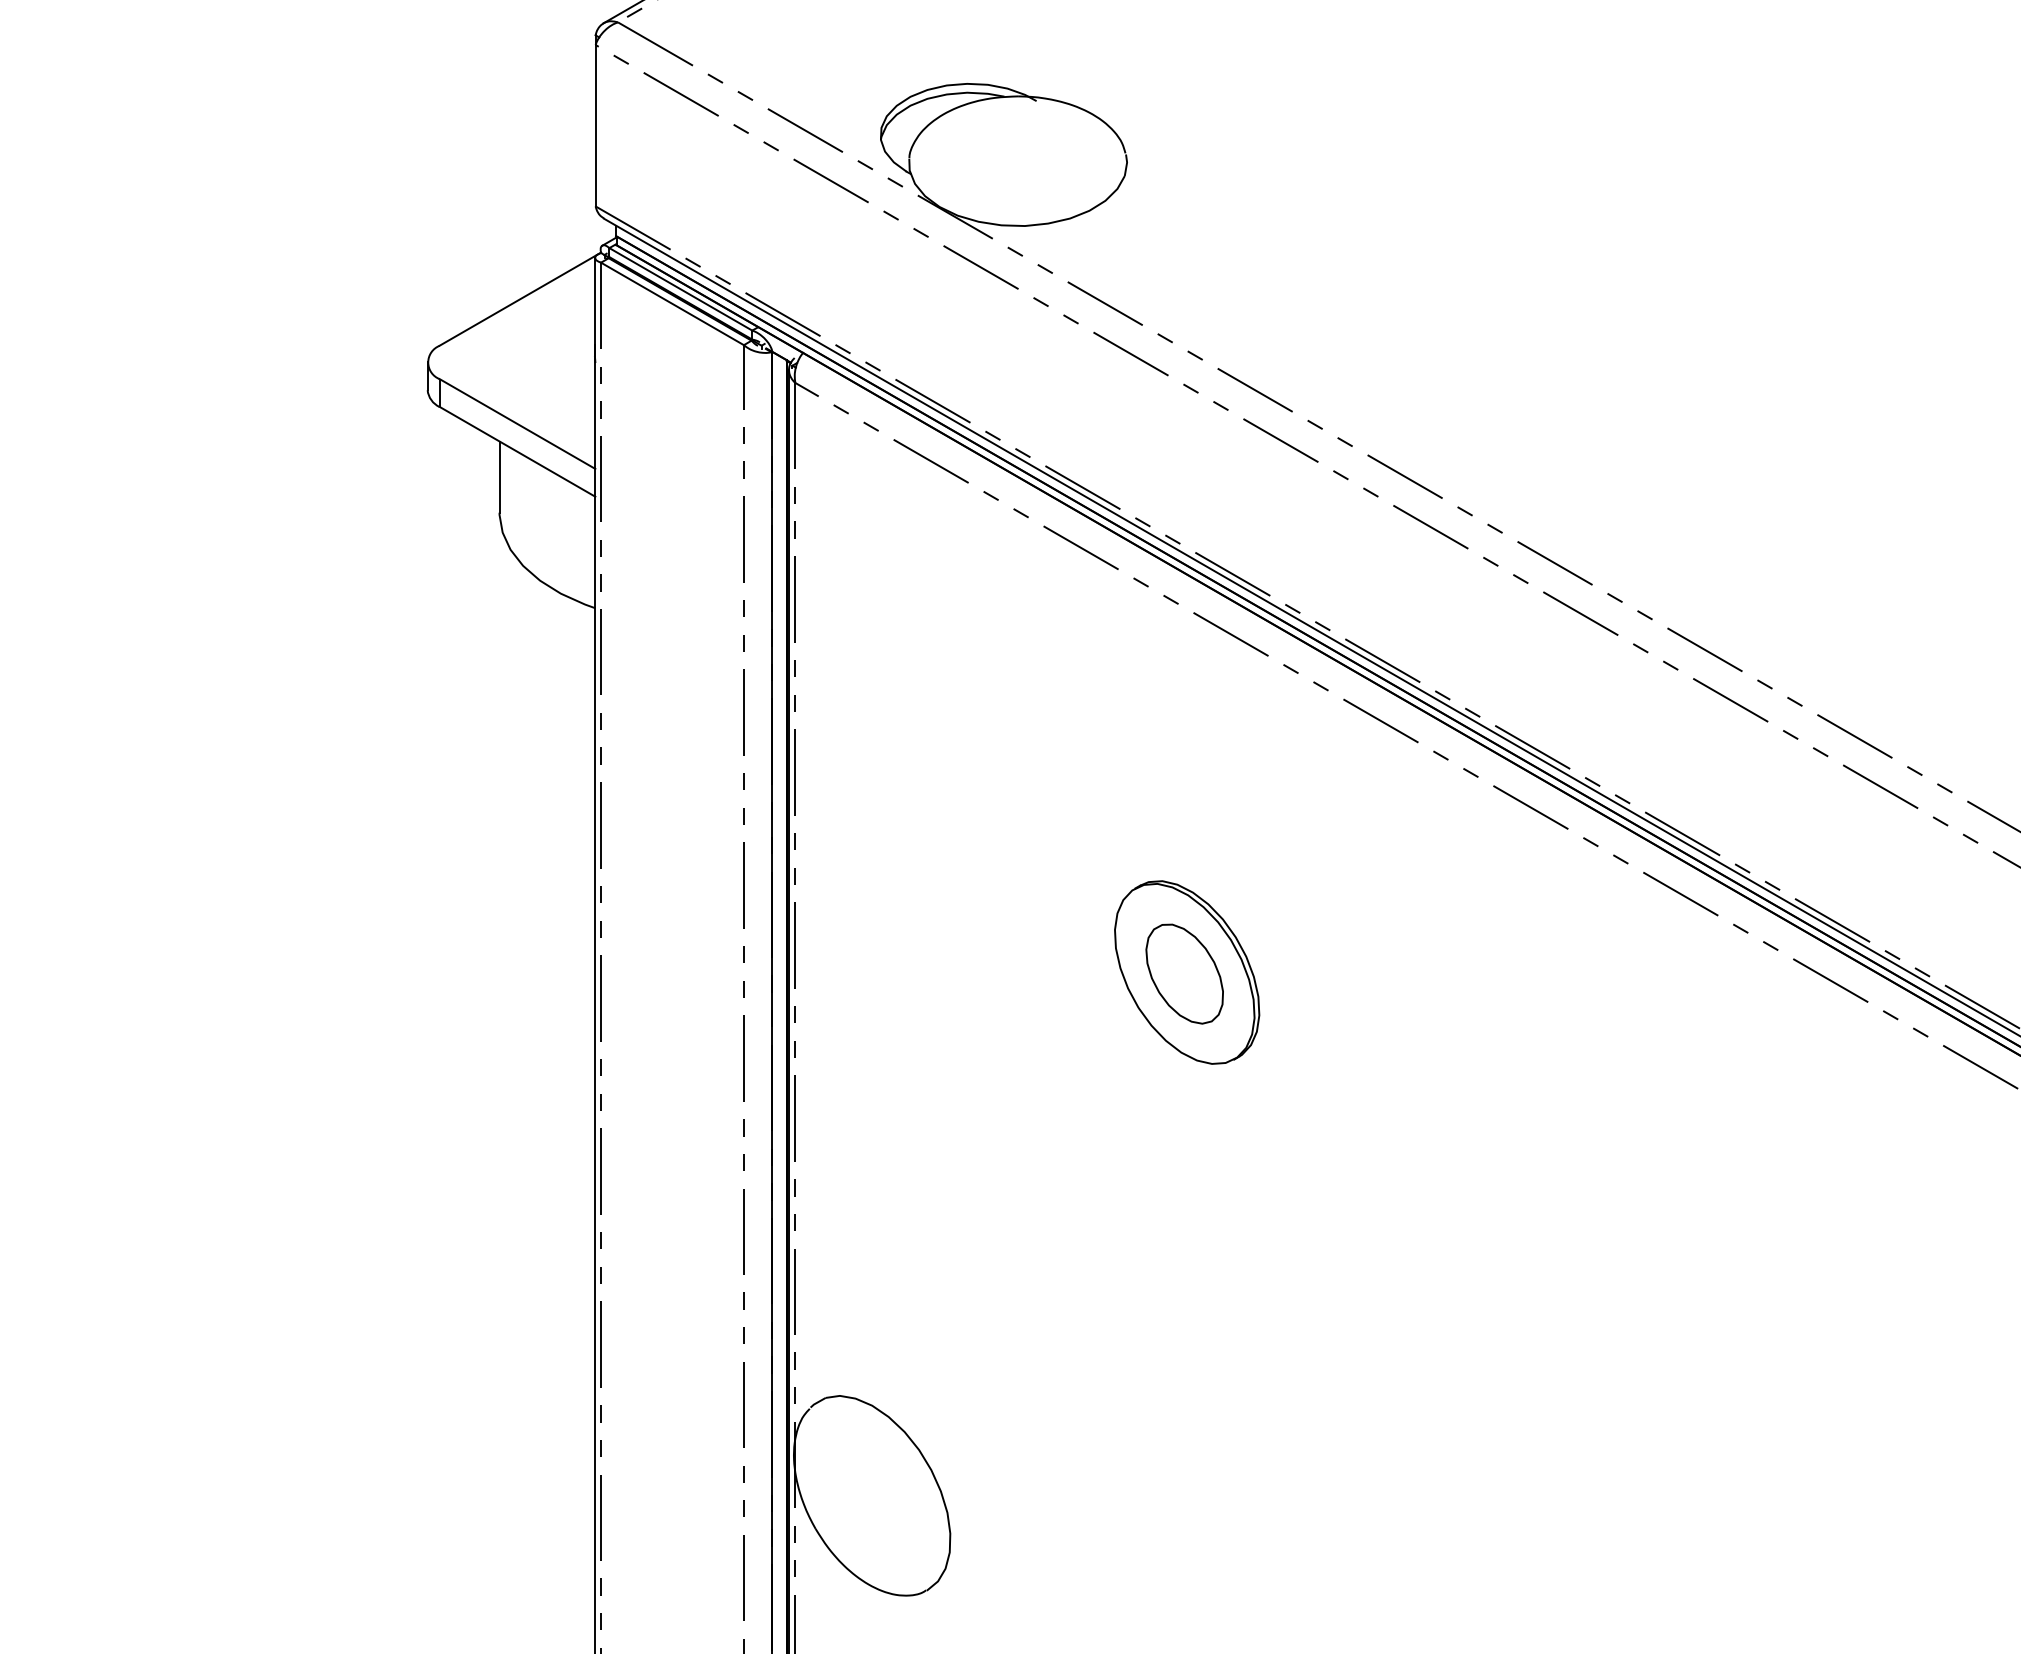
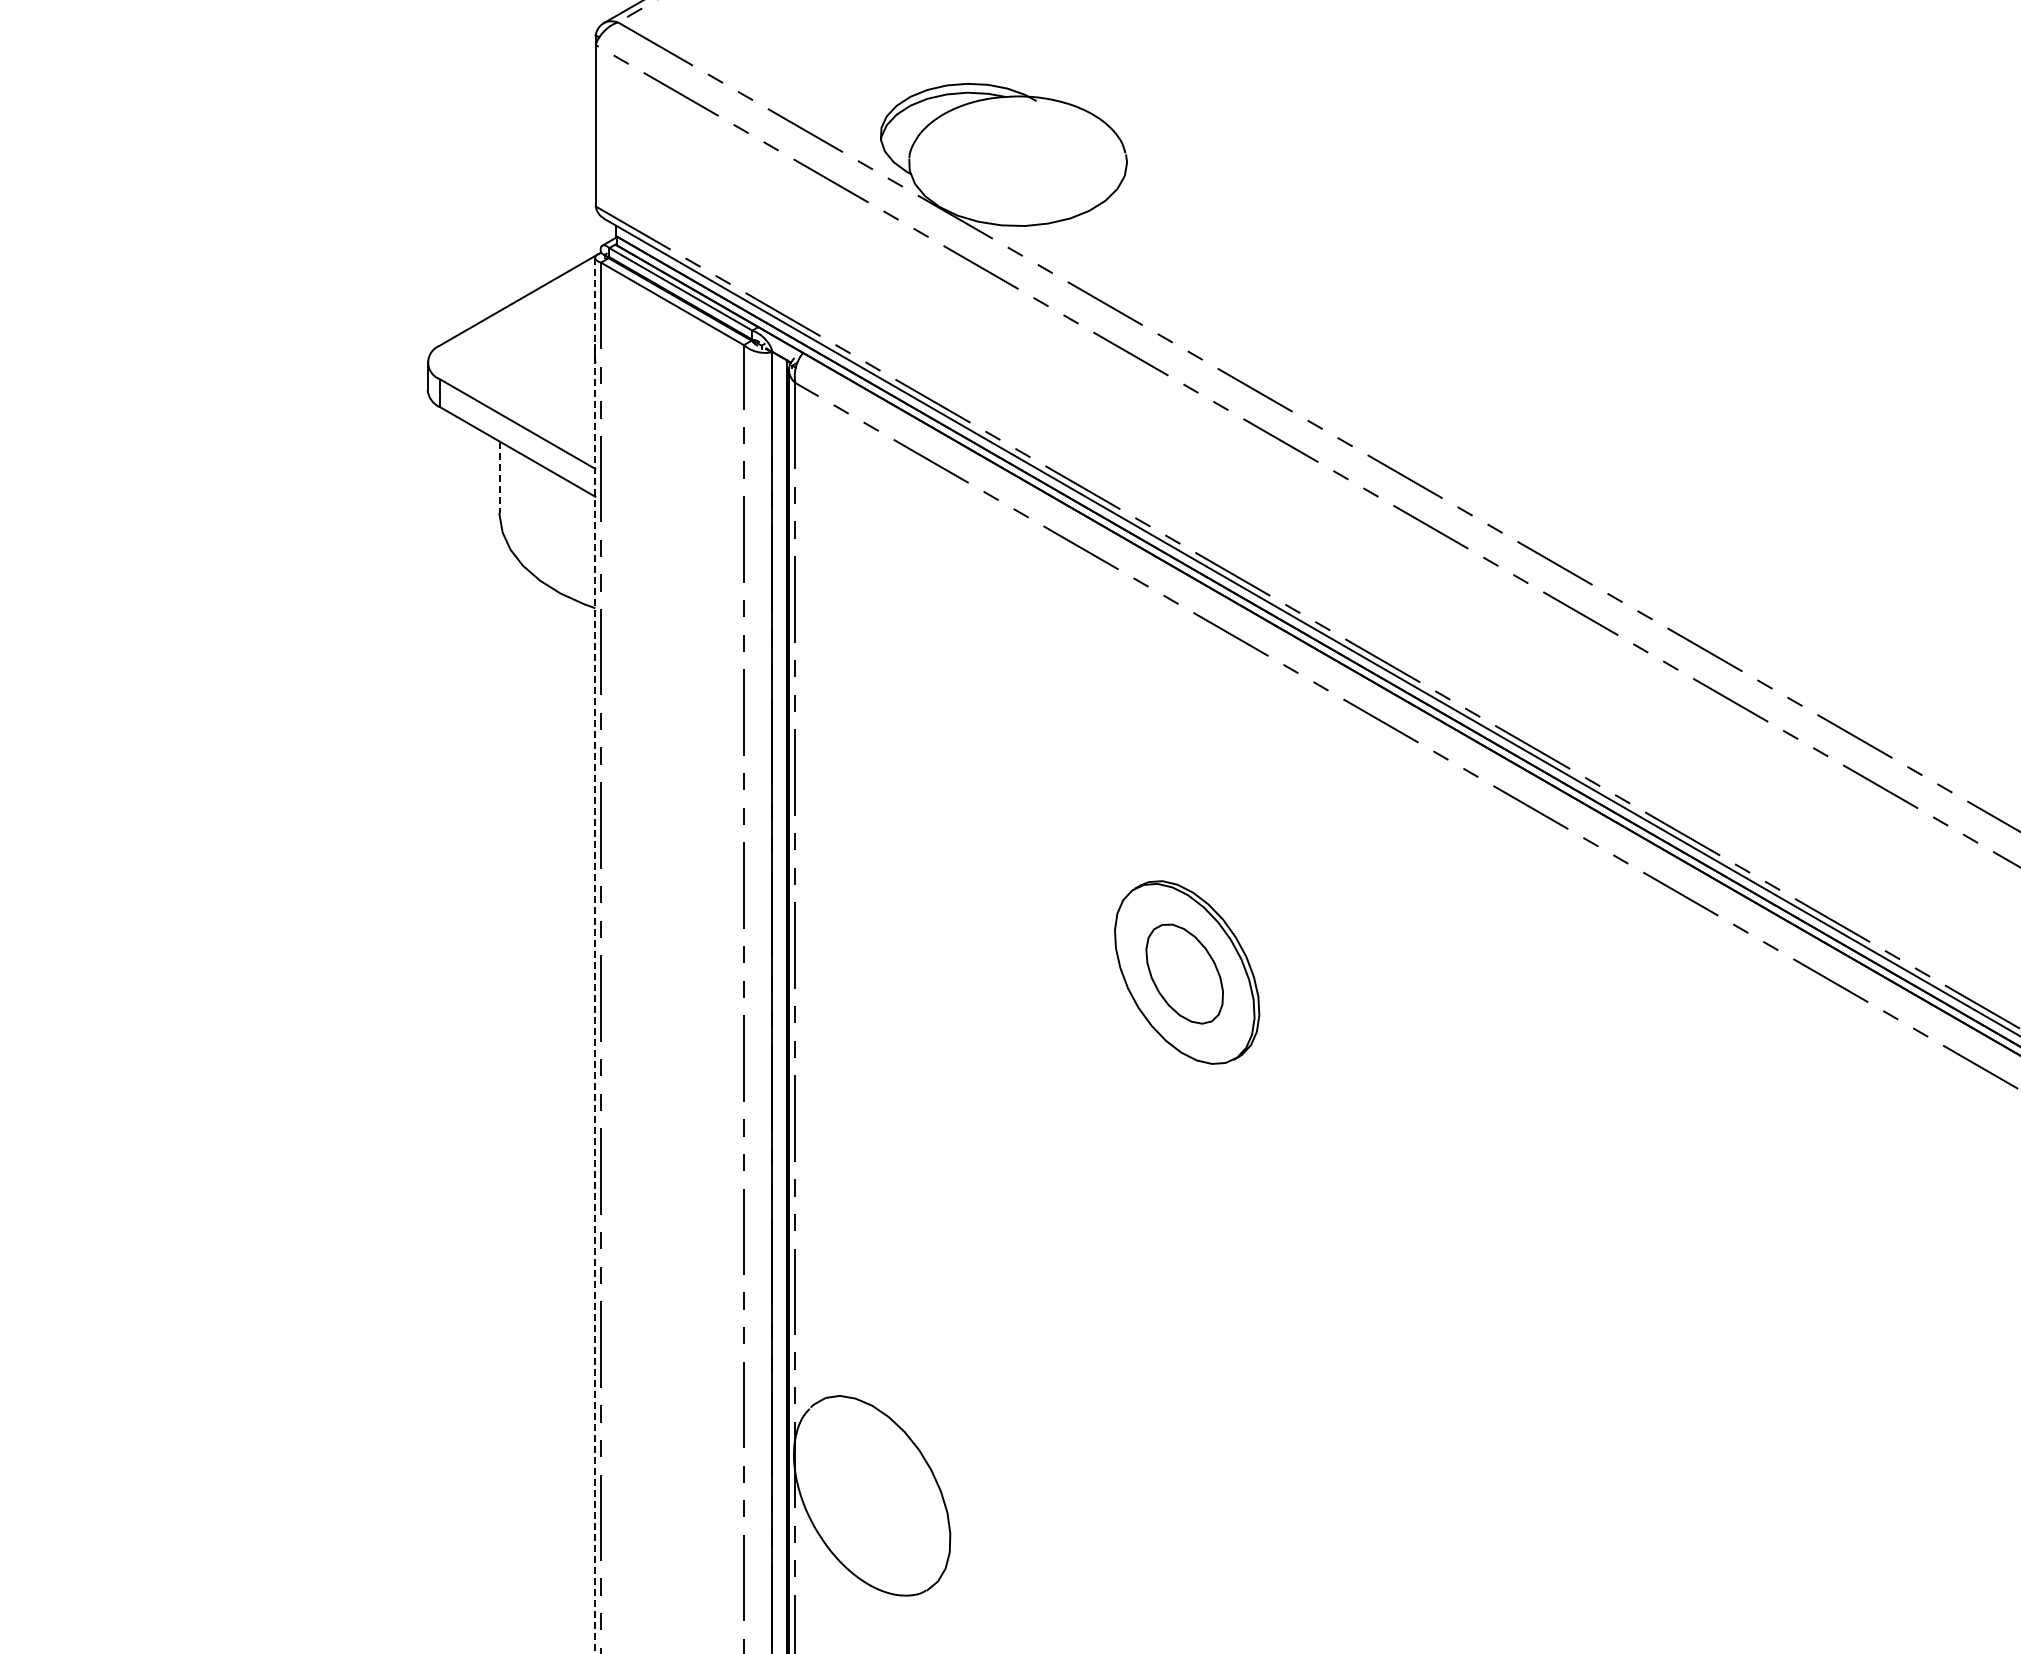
line at (499, 477): solid -> dashed
line at (595, 955): solid -> dashed
